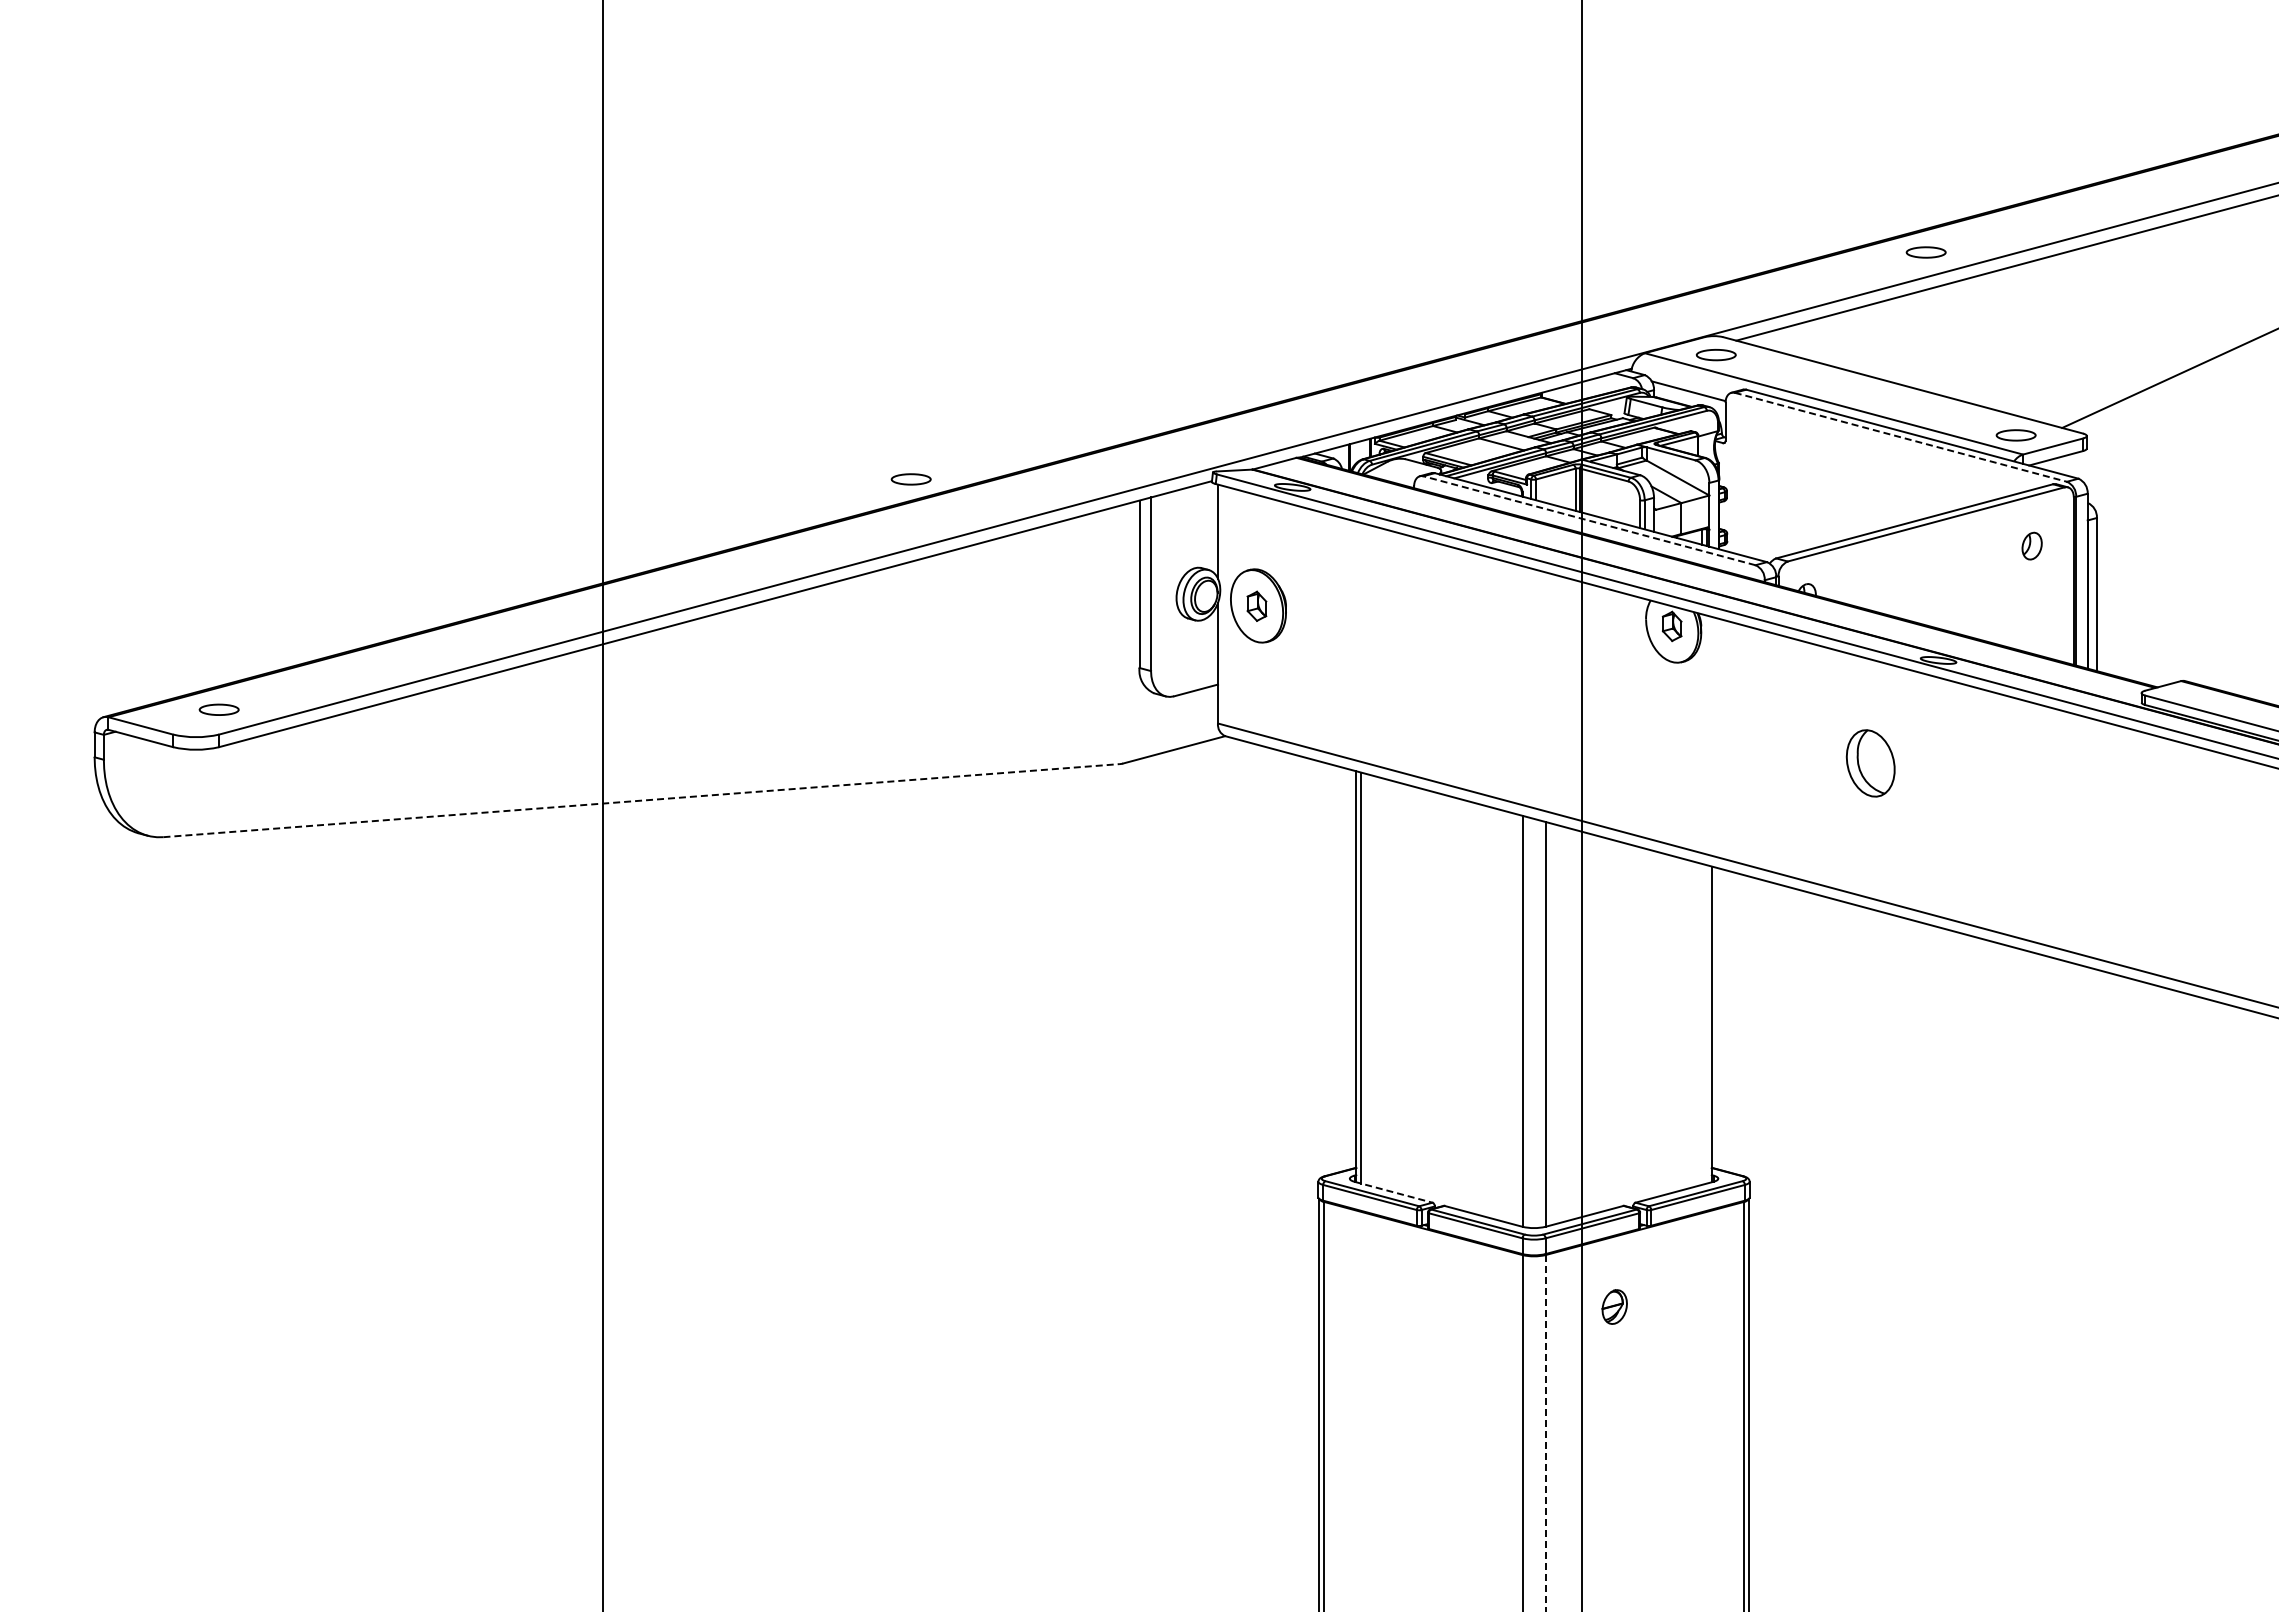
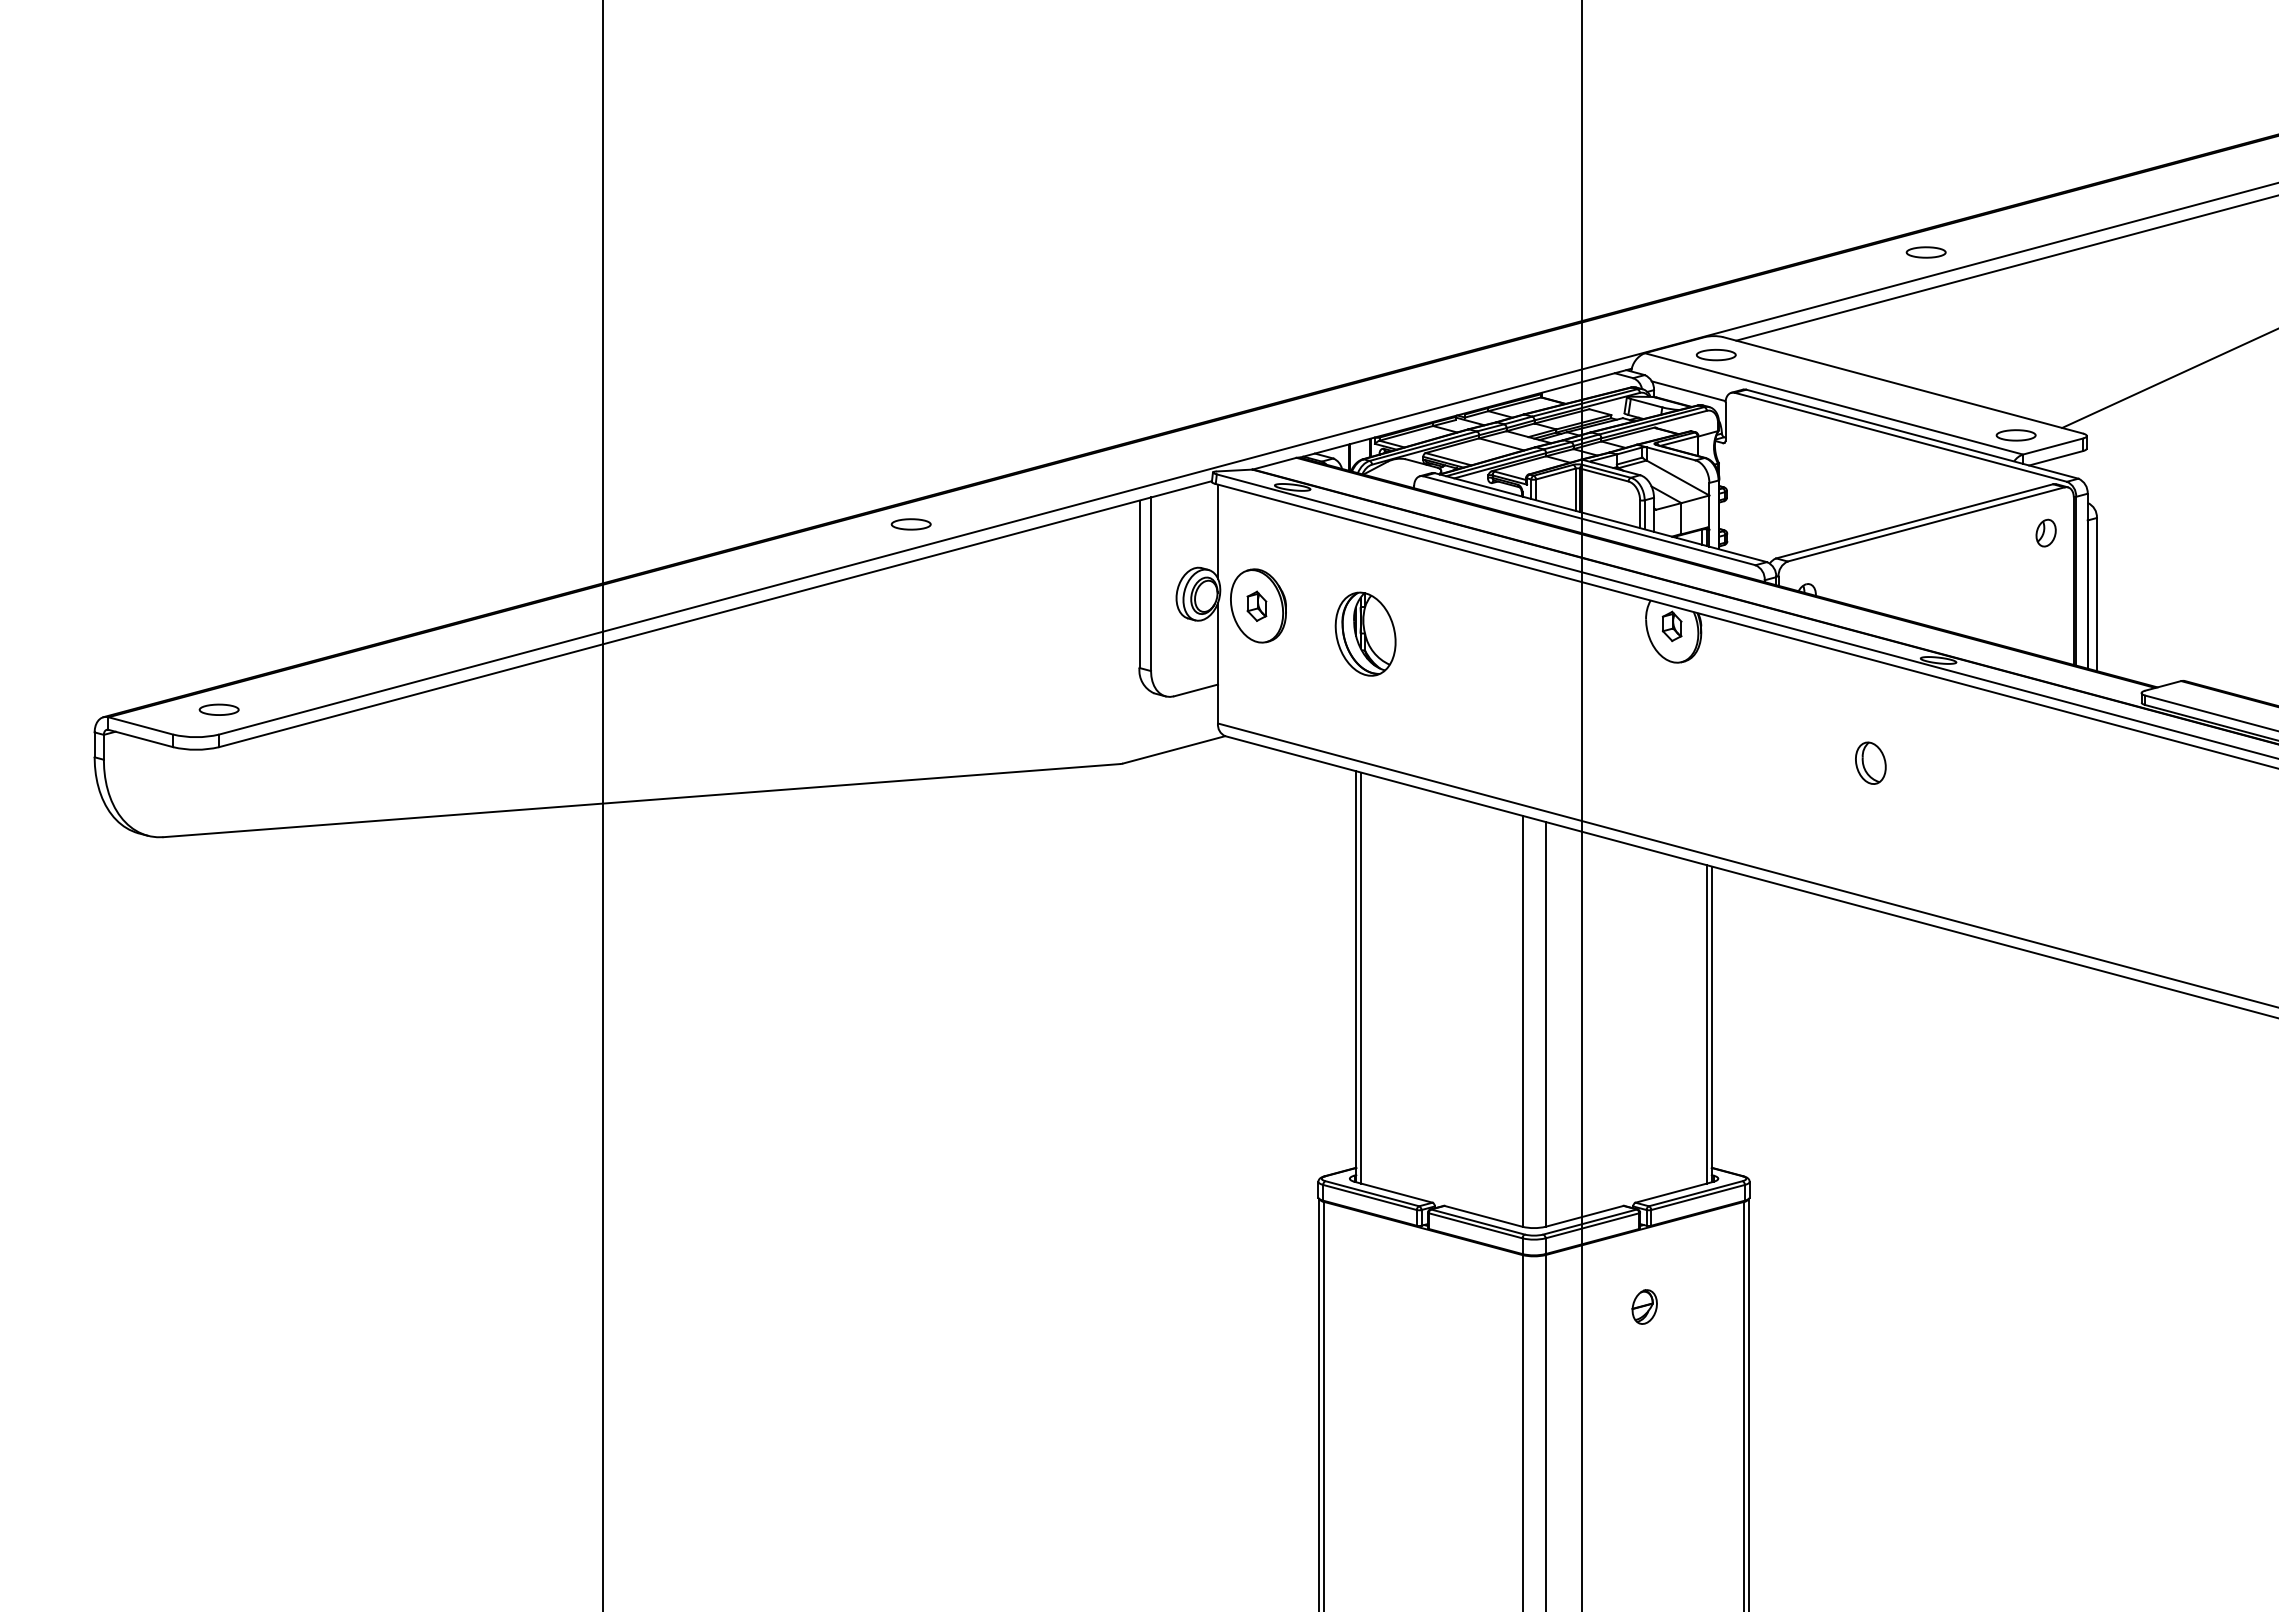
line at (1900, 437): dashed -> solid
part at (910, 479) position: (910, 479) -> (910, 524)
line at (1589, 520): dashed -> solid
part at (2031, 545) position: (2031, 545) -> (2045, 532)
part at (1365, 633): none -> present
part at (1870, 763) size: 51x69 px -> 32x44 px
line at (641, 800): dashed -> solid
line at (1707, 1024): none -> present
line at (1394, 1192): dashed -> solid
part at (1614, 1306) position: (1614, 1306) -> (1644, 1306)
line at (1545, 1433): dashed -> solid
